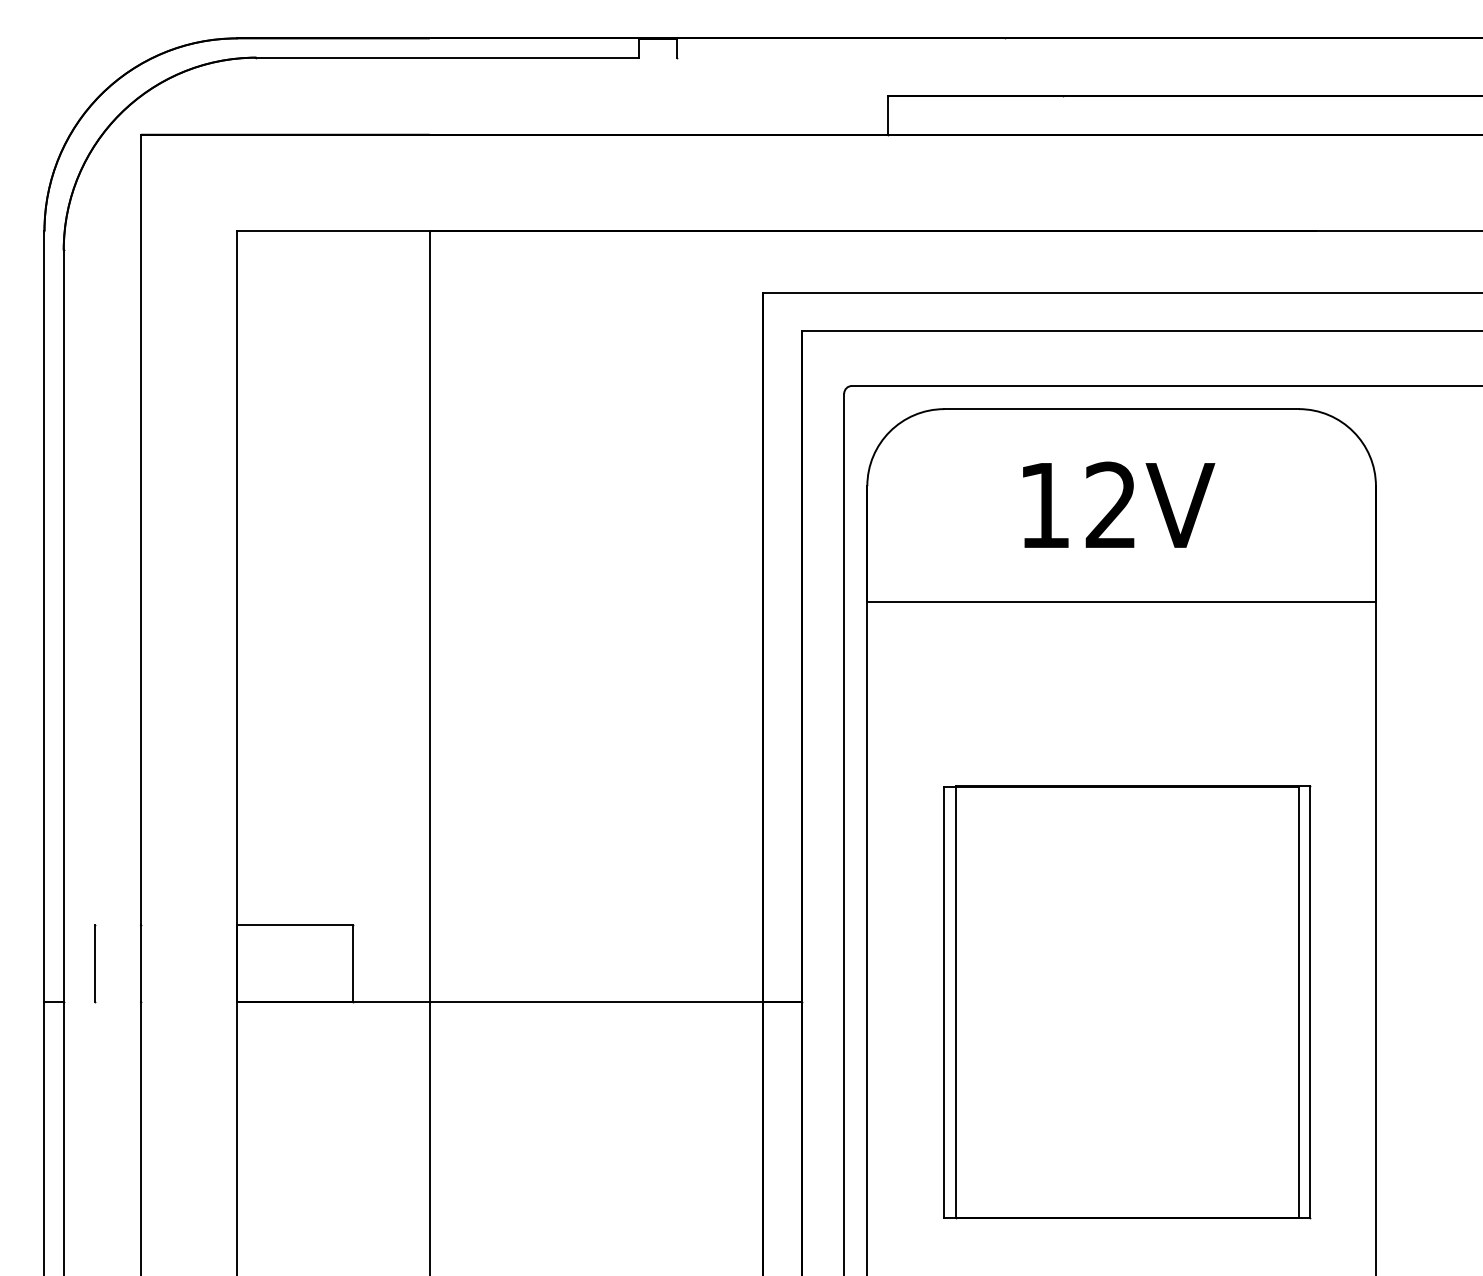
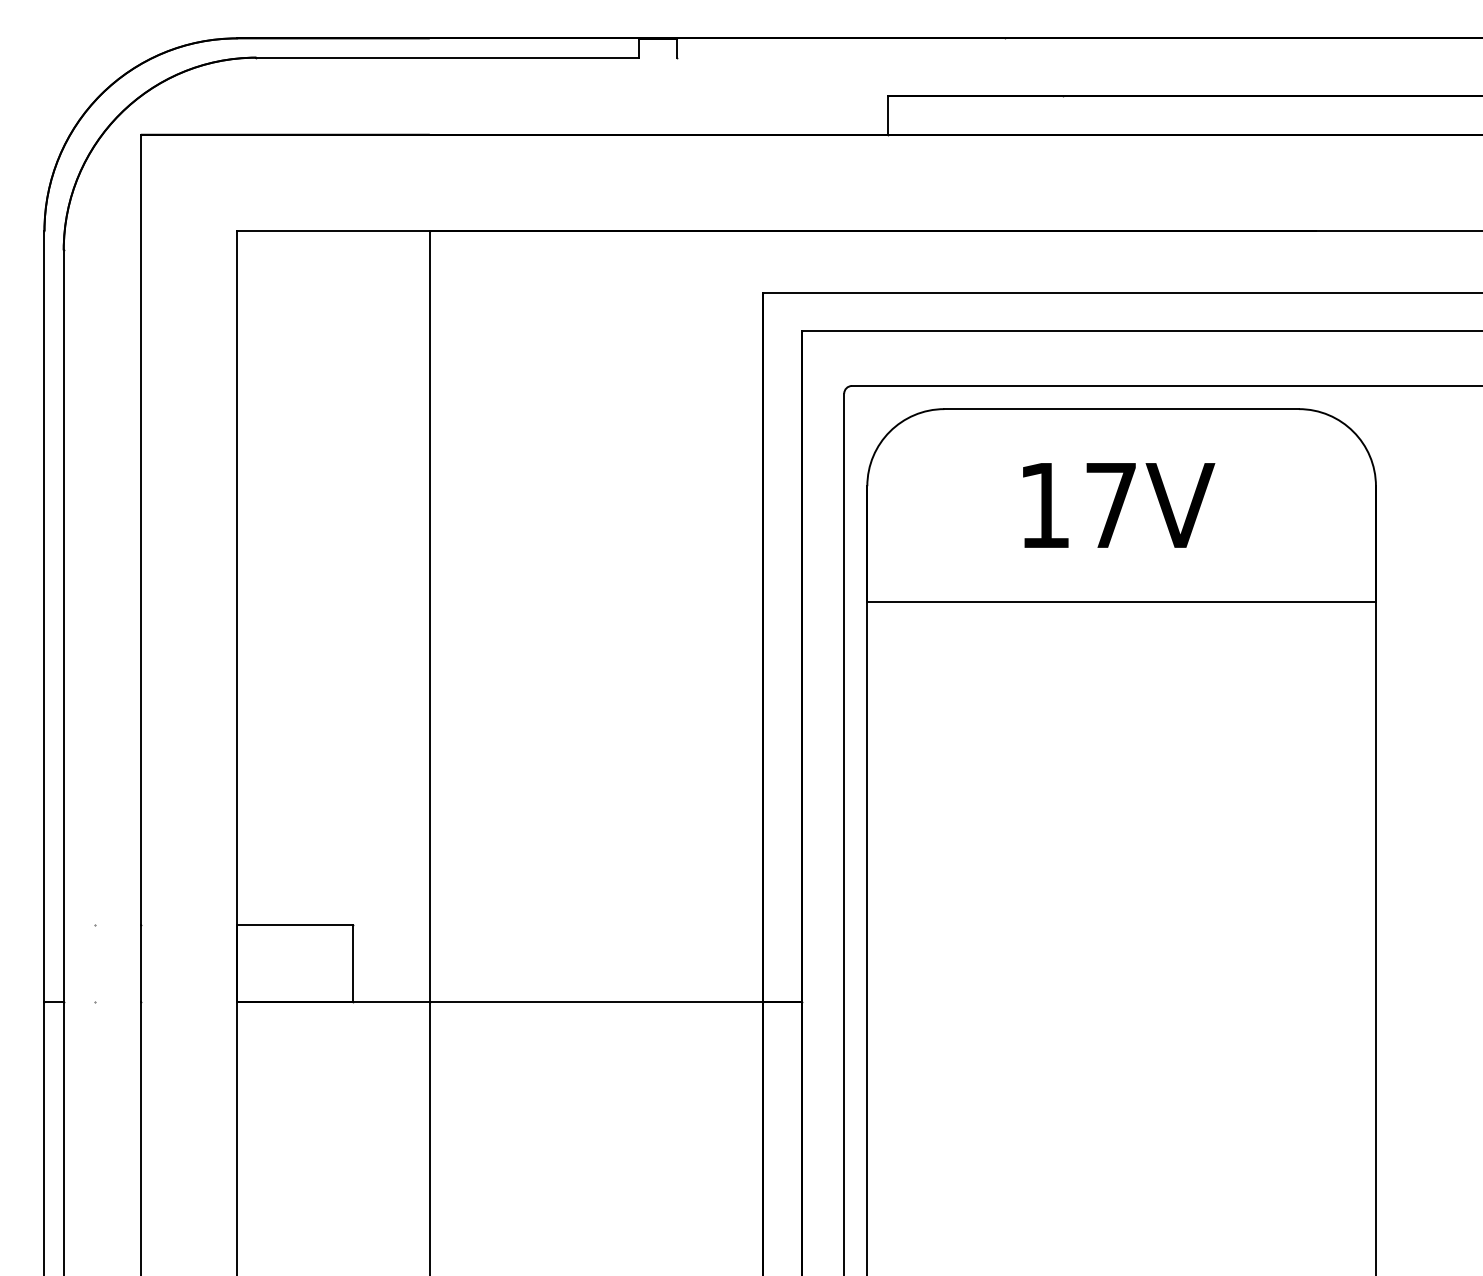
text at (1110, 504): 12V -> 17V
line at (94, 962): present -> none
part at (1127, 1002): present -> none
